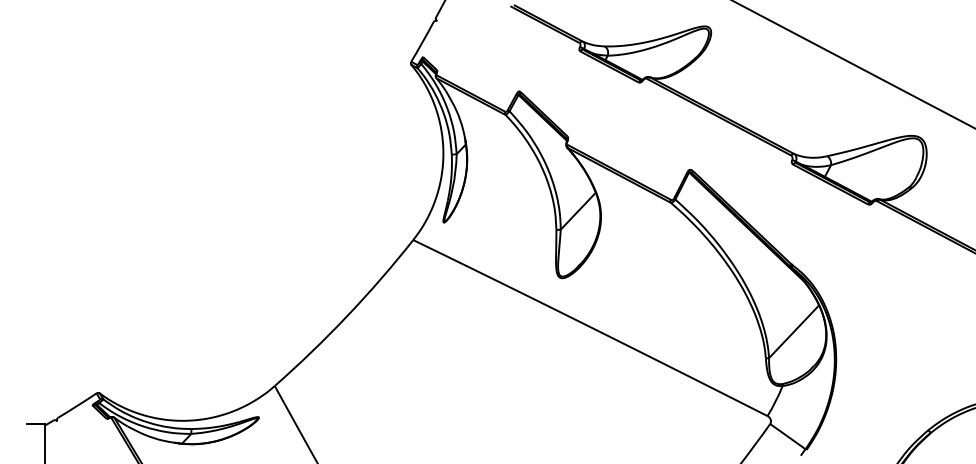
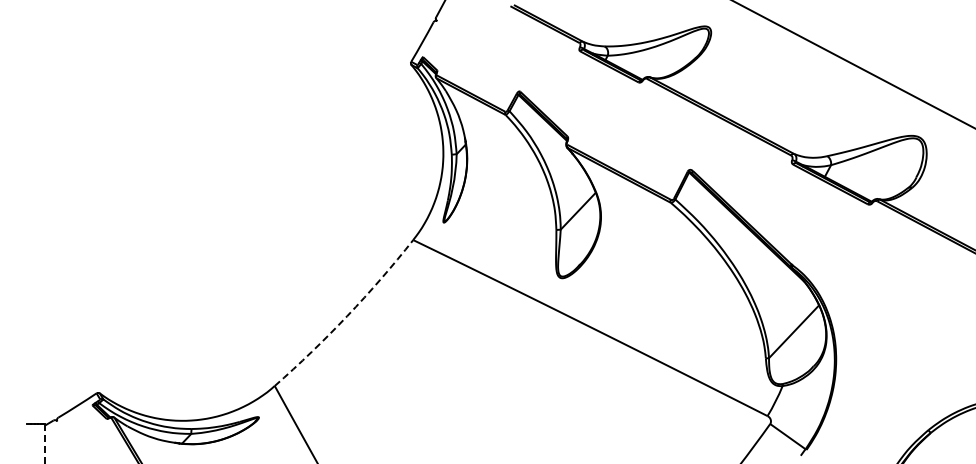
arc at (347, 316): solid -> dashed
line at (45, 444): solid -> dashed
